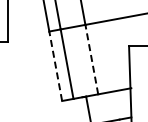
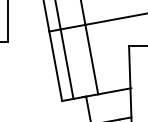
line at (91, 59): dashed -> solid
line at (55, 65): dashed -> solid
